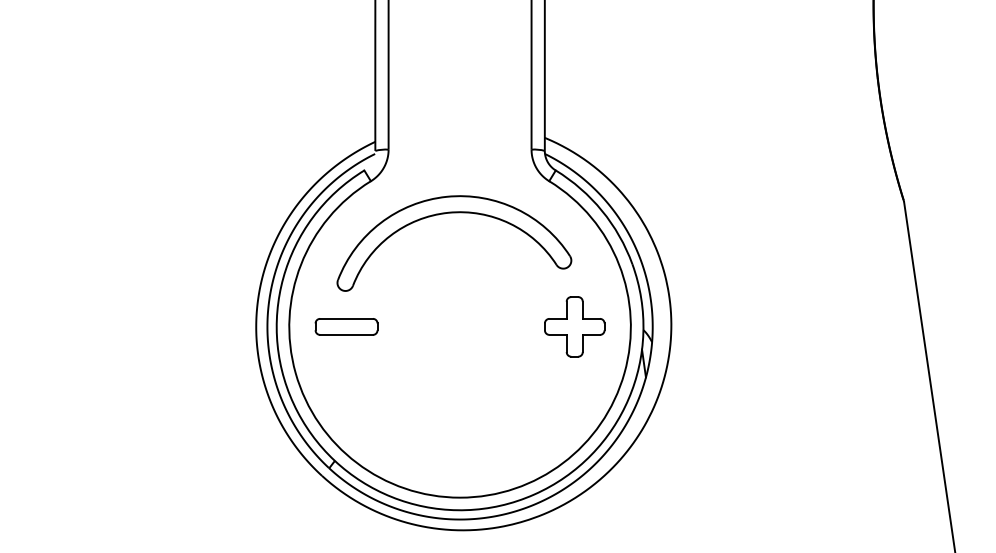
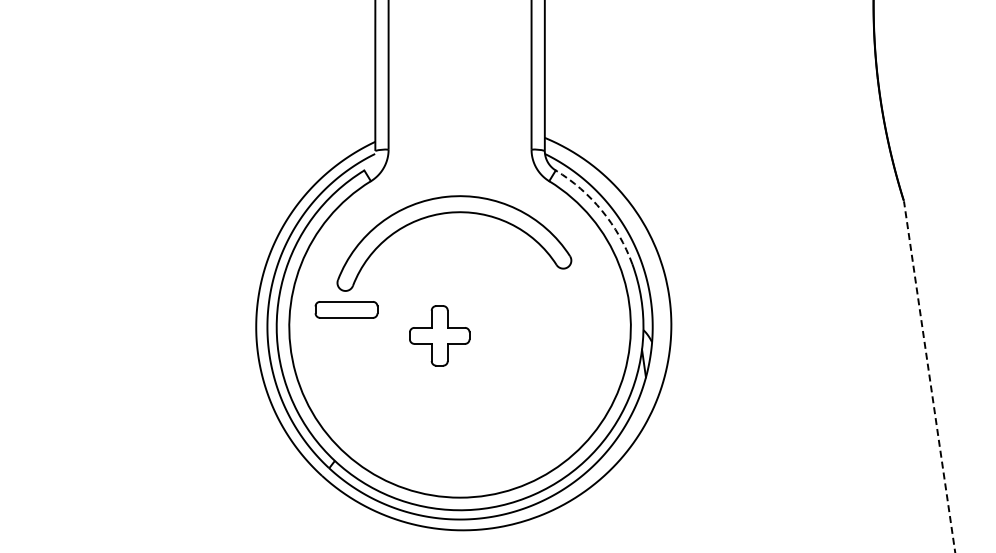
arc at (602, 210): solid -> dashed
part at (346, 326) position: (346, 326) -> (346, 309)
part at (574, 326) position: (574, 326) -> (439, 335)
line at (929, 376): solid -> dashed
